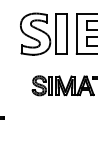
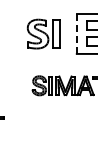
part at (43, 33) size: 48x44 px -> 34x32 px
line at (76, 34): solid -> dashed
